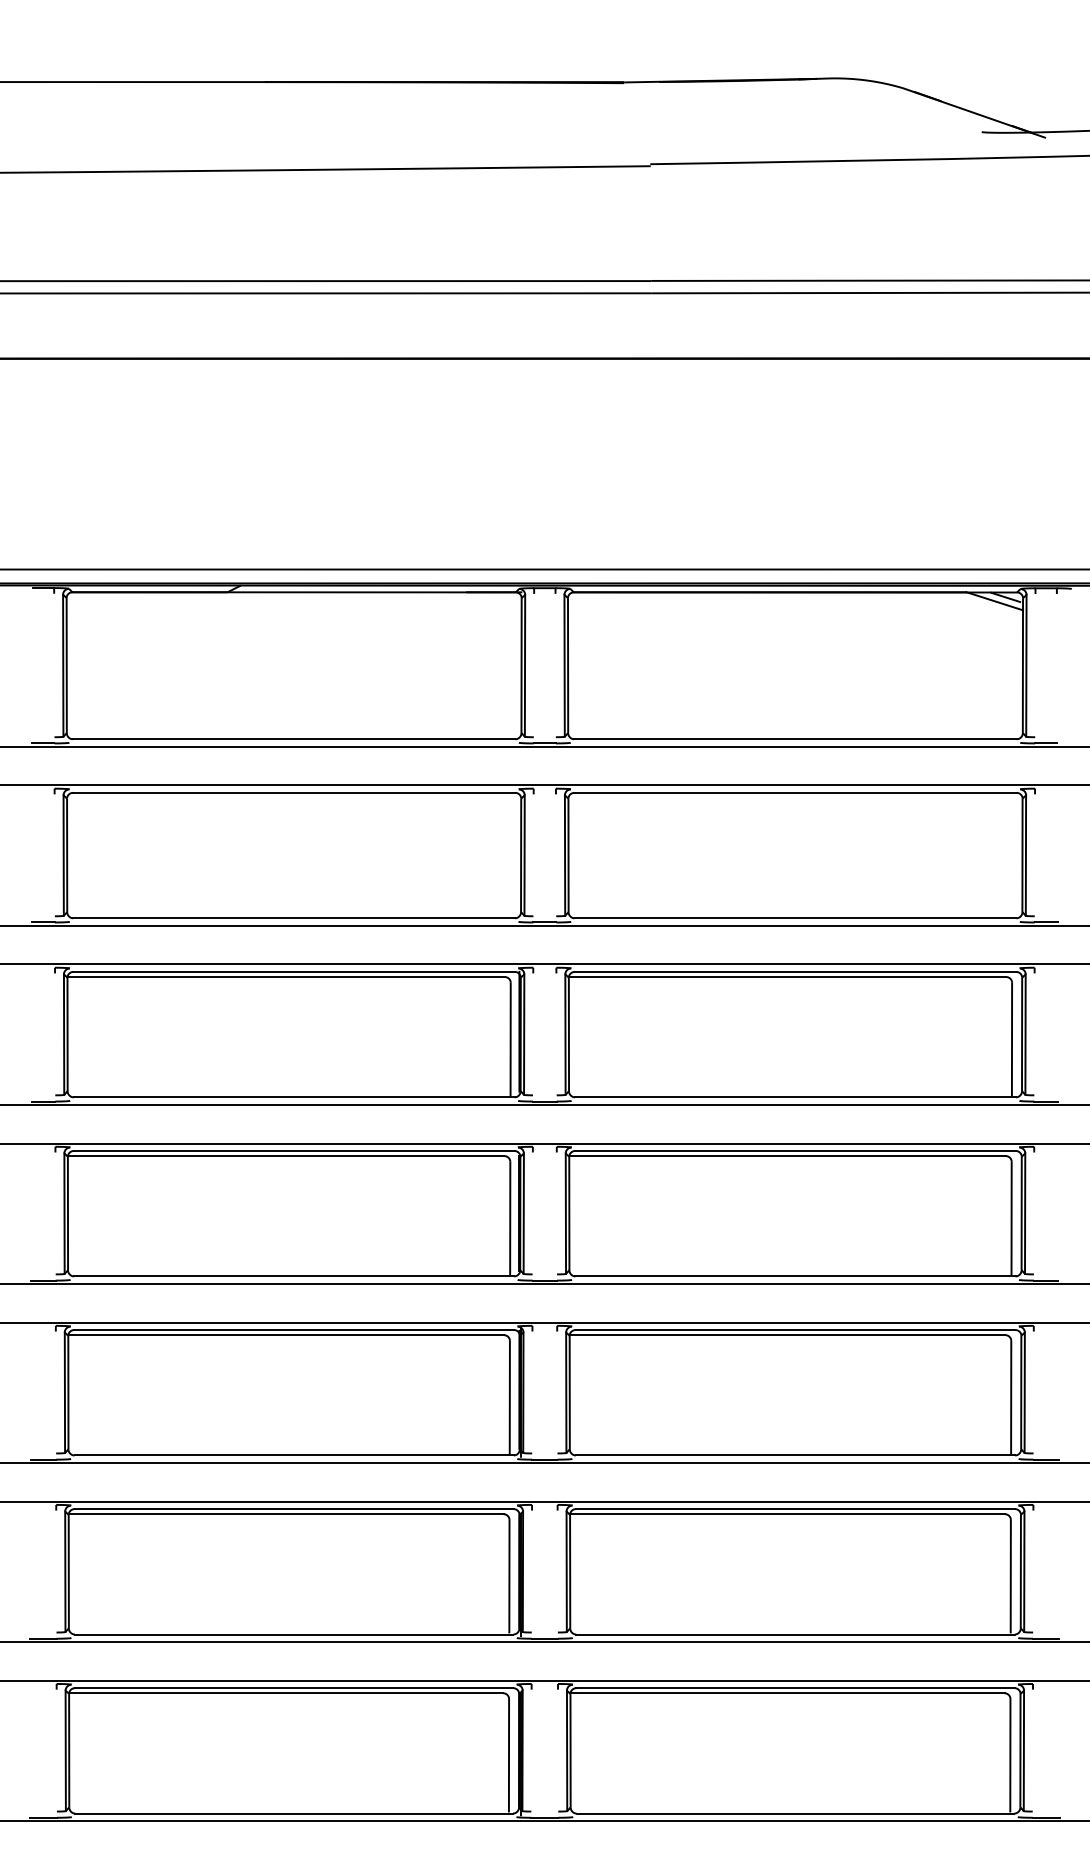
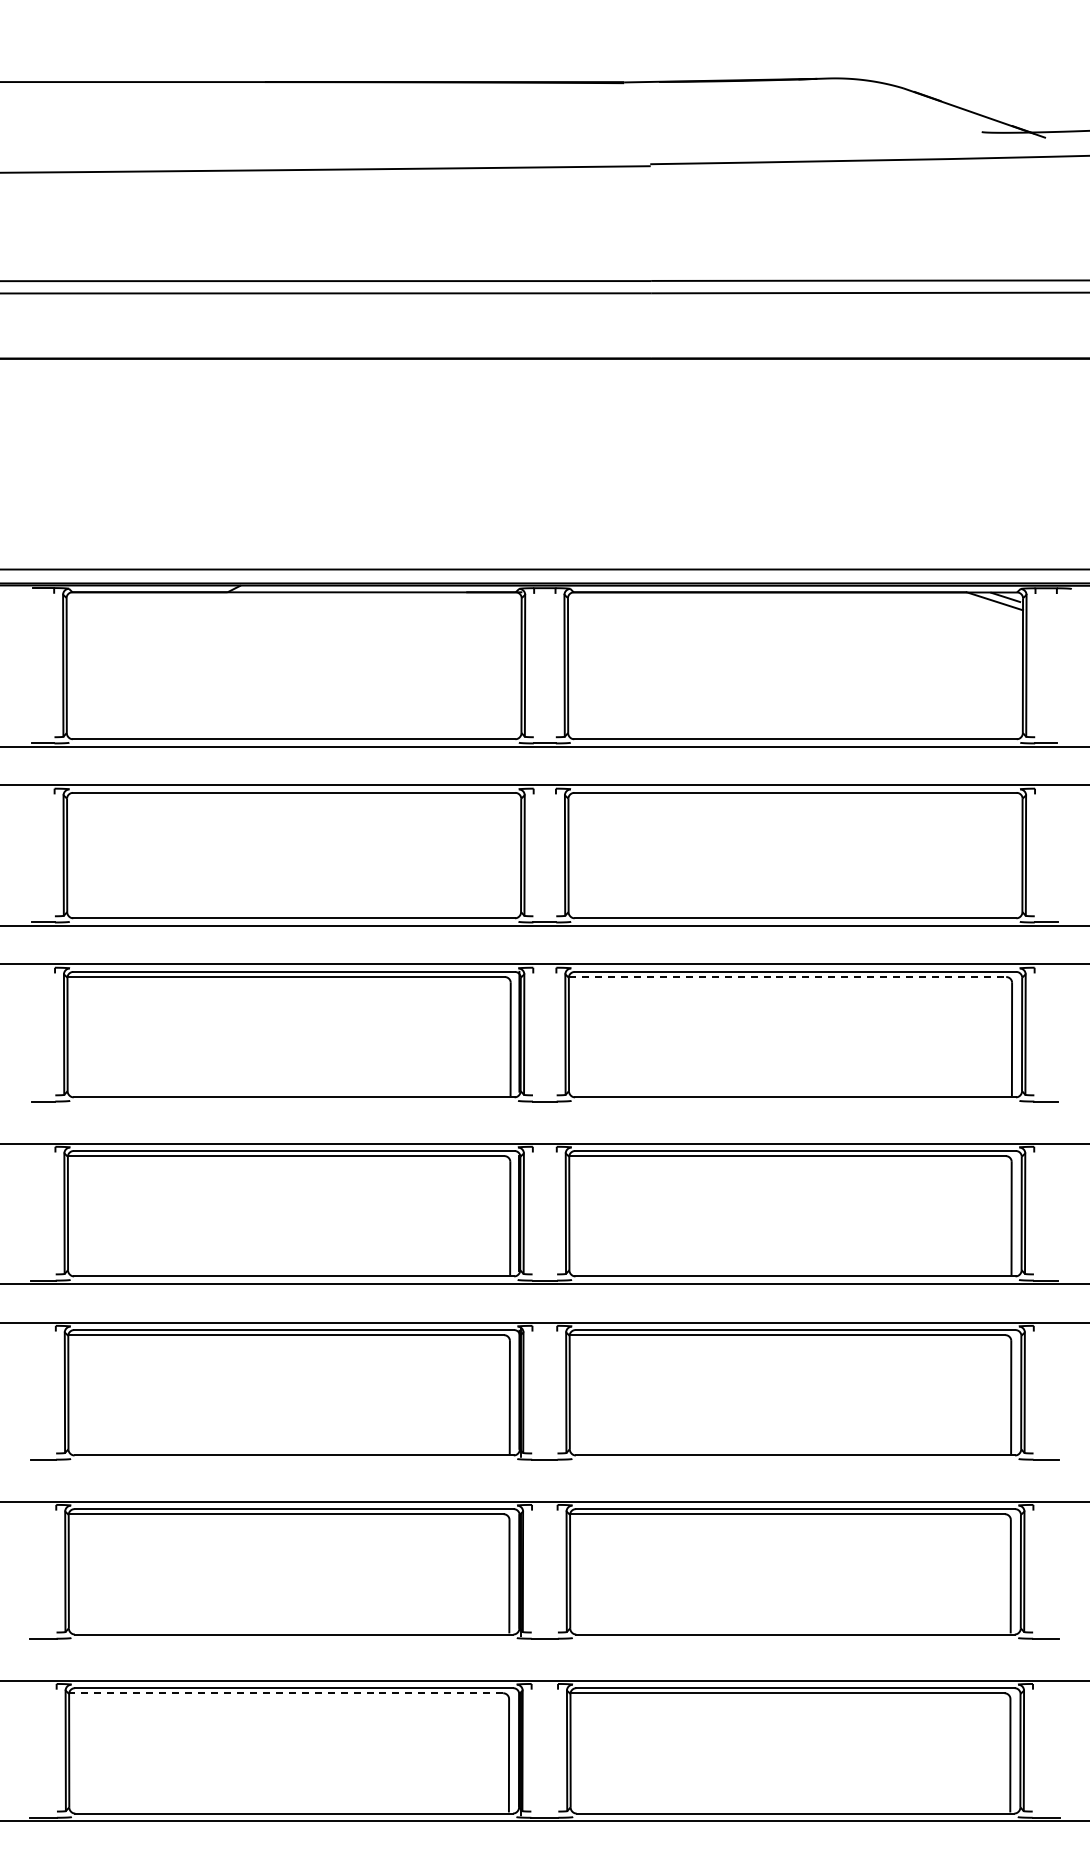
line at (787, 977): solid -> dashed
line at (544, 1104): present -> none
line at (544, 1462): present -> none
line at (544, 1641): present -> none
line at (286, 1693): solid -> dashed
